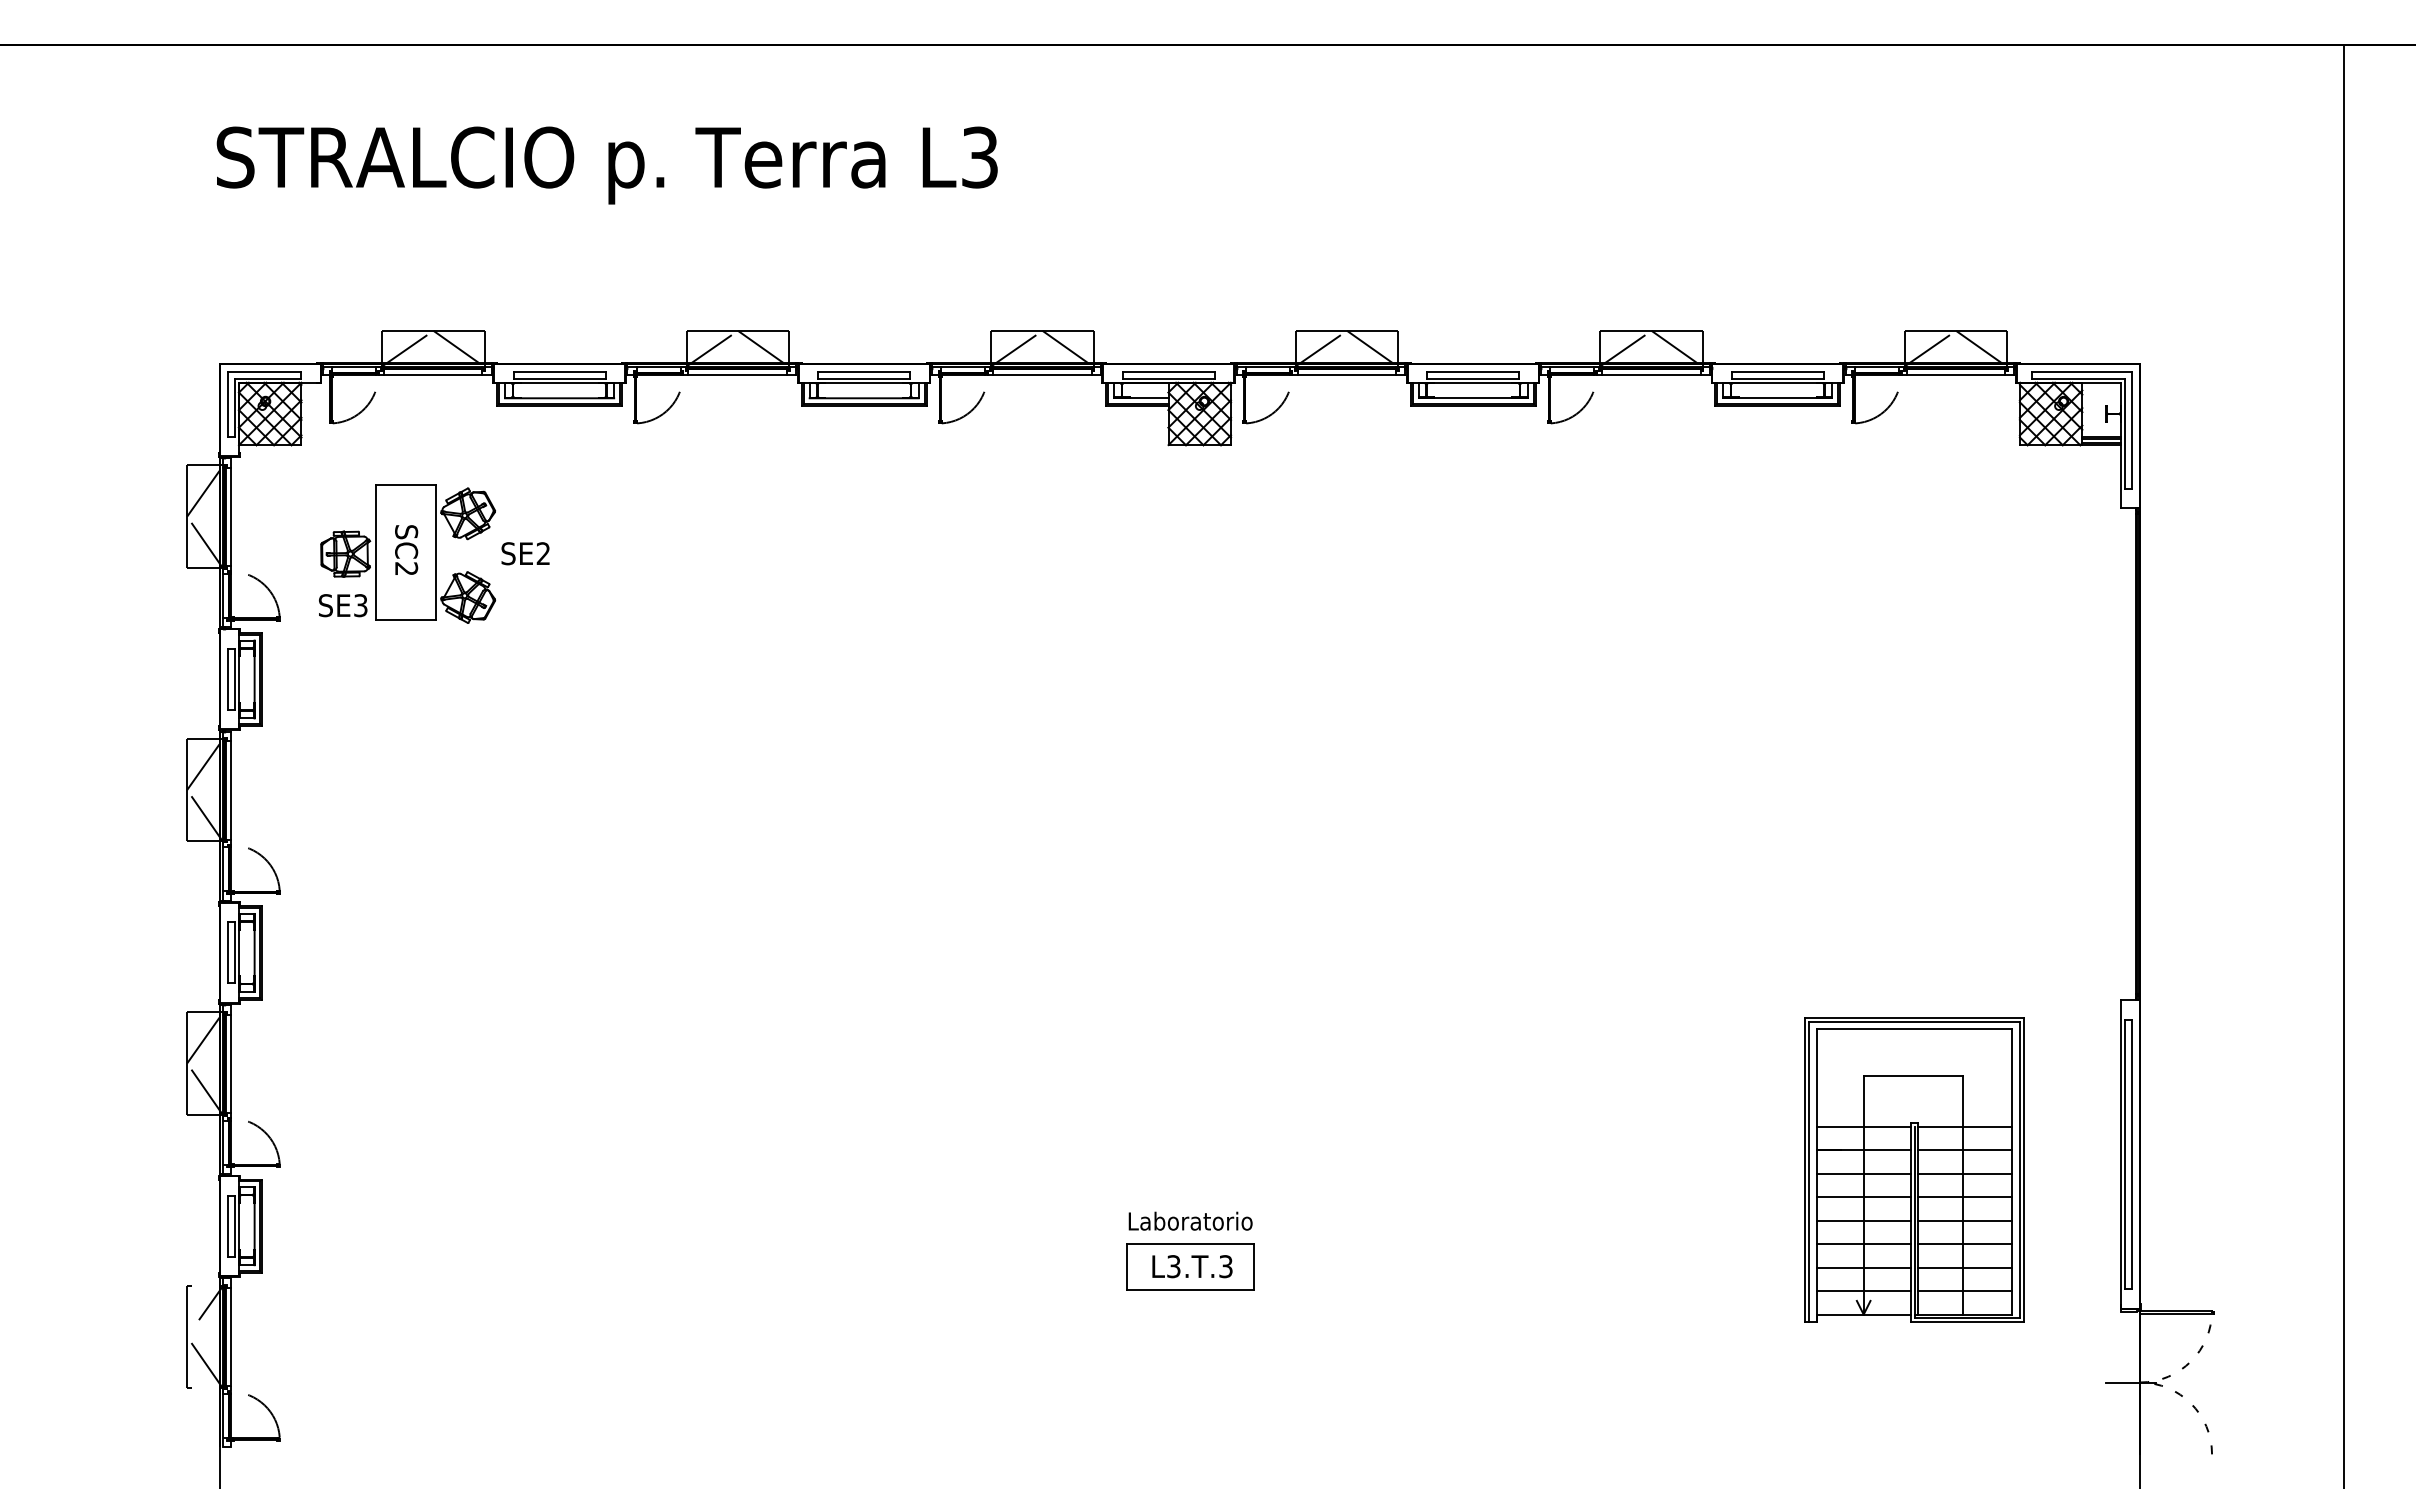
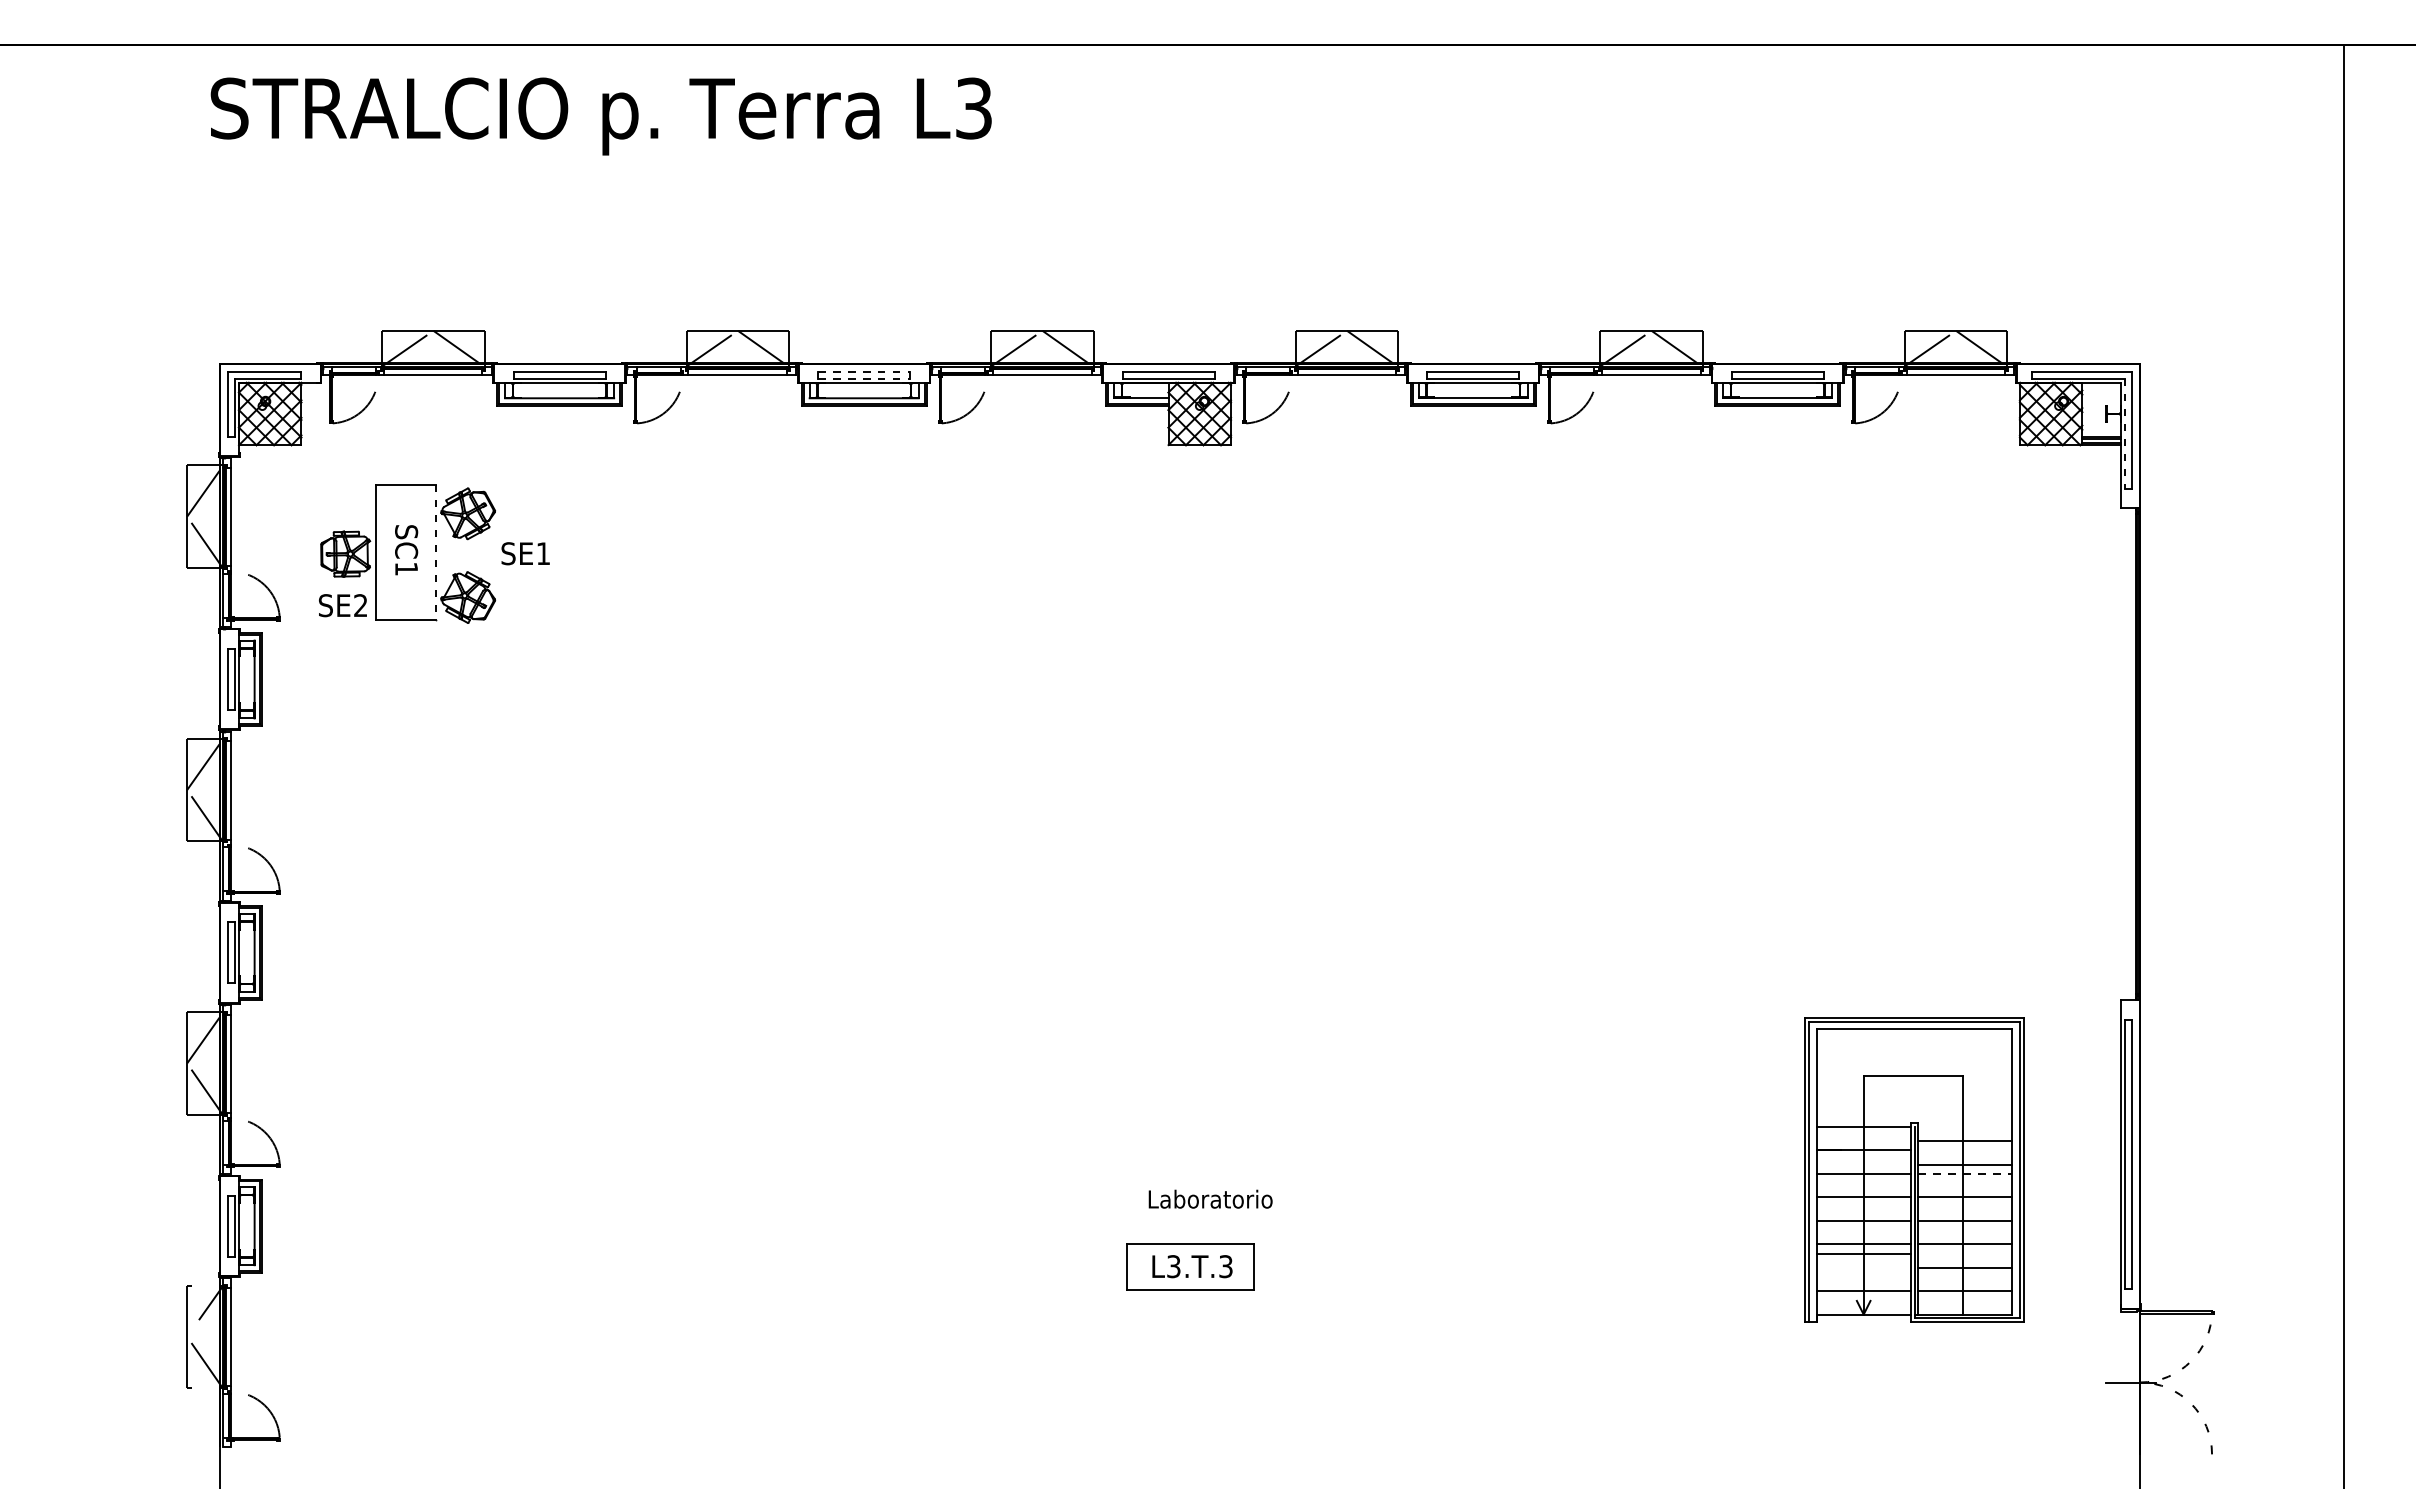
text at (606, 165) position: (606, 165) -> (600, 116)
line at (864, 371): solid -> dashed
line at (864, 378): solid -> dashed
line at (2125, 434): solid -> dashed
line at (436, 552): solid -> dashed
text at (542, 553): SE2 -> SE1
text at (406, 568): SC2 -> SC1
text at (360, 605): SE3 -> SE2
line at (1965, 1127) position: (1965, 1127) -> (1965, 1141)
line at (1965, 1150) position: (1965, 1150) -> (1965, 1165)
line at (1965, 1173): solid -> dashed
text at (1190, 1220) position: (1190, 1220) -> (1210, 1198)
line at (1863, 1267) position: (1863, 1267) -> (1863, 1253)
